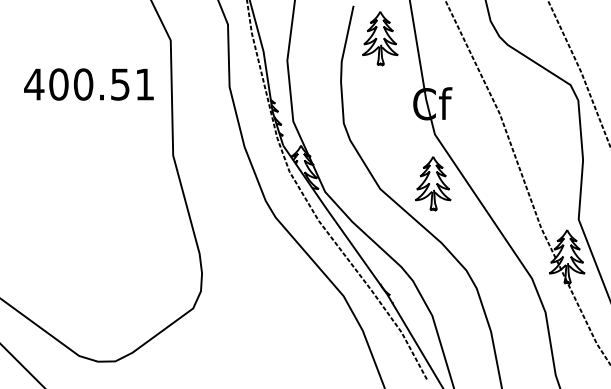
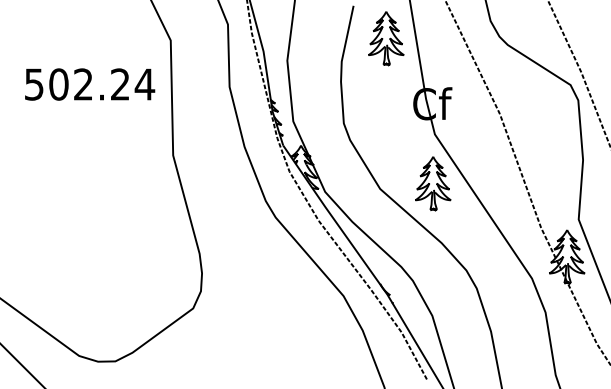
part at (380, 38) position: (380, 38) -> (386, 38)
text at (89, 84): 400.51 -> 502.24
